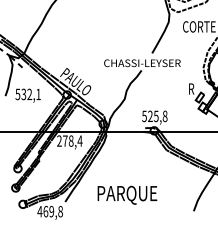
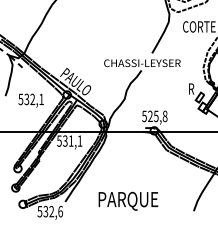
text at (27, 95) position: (27, 95) -> (30, 100)
text at (69, 140): 278,4 -> 531,1
text at (127, 194) position: (127, 194) -> (128, 200)
text at (49, 211): 469,8 -> 532,6
